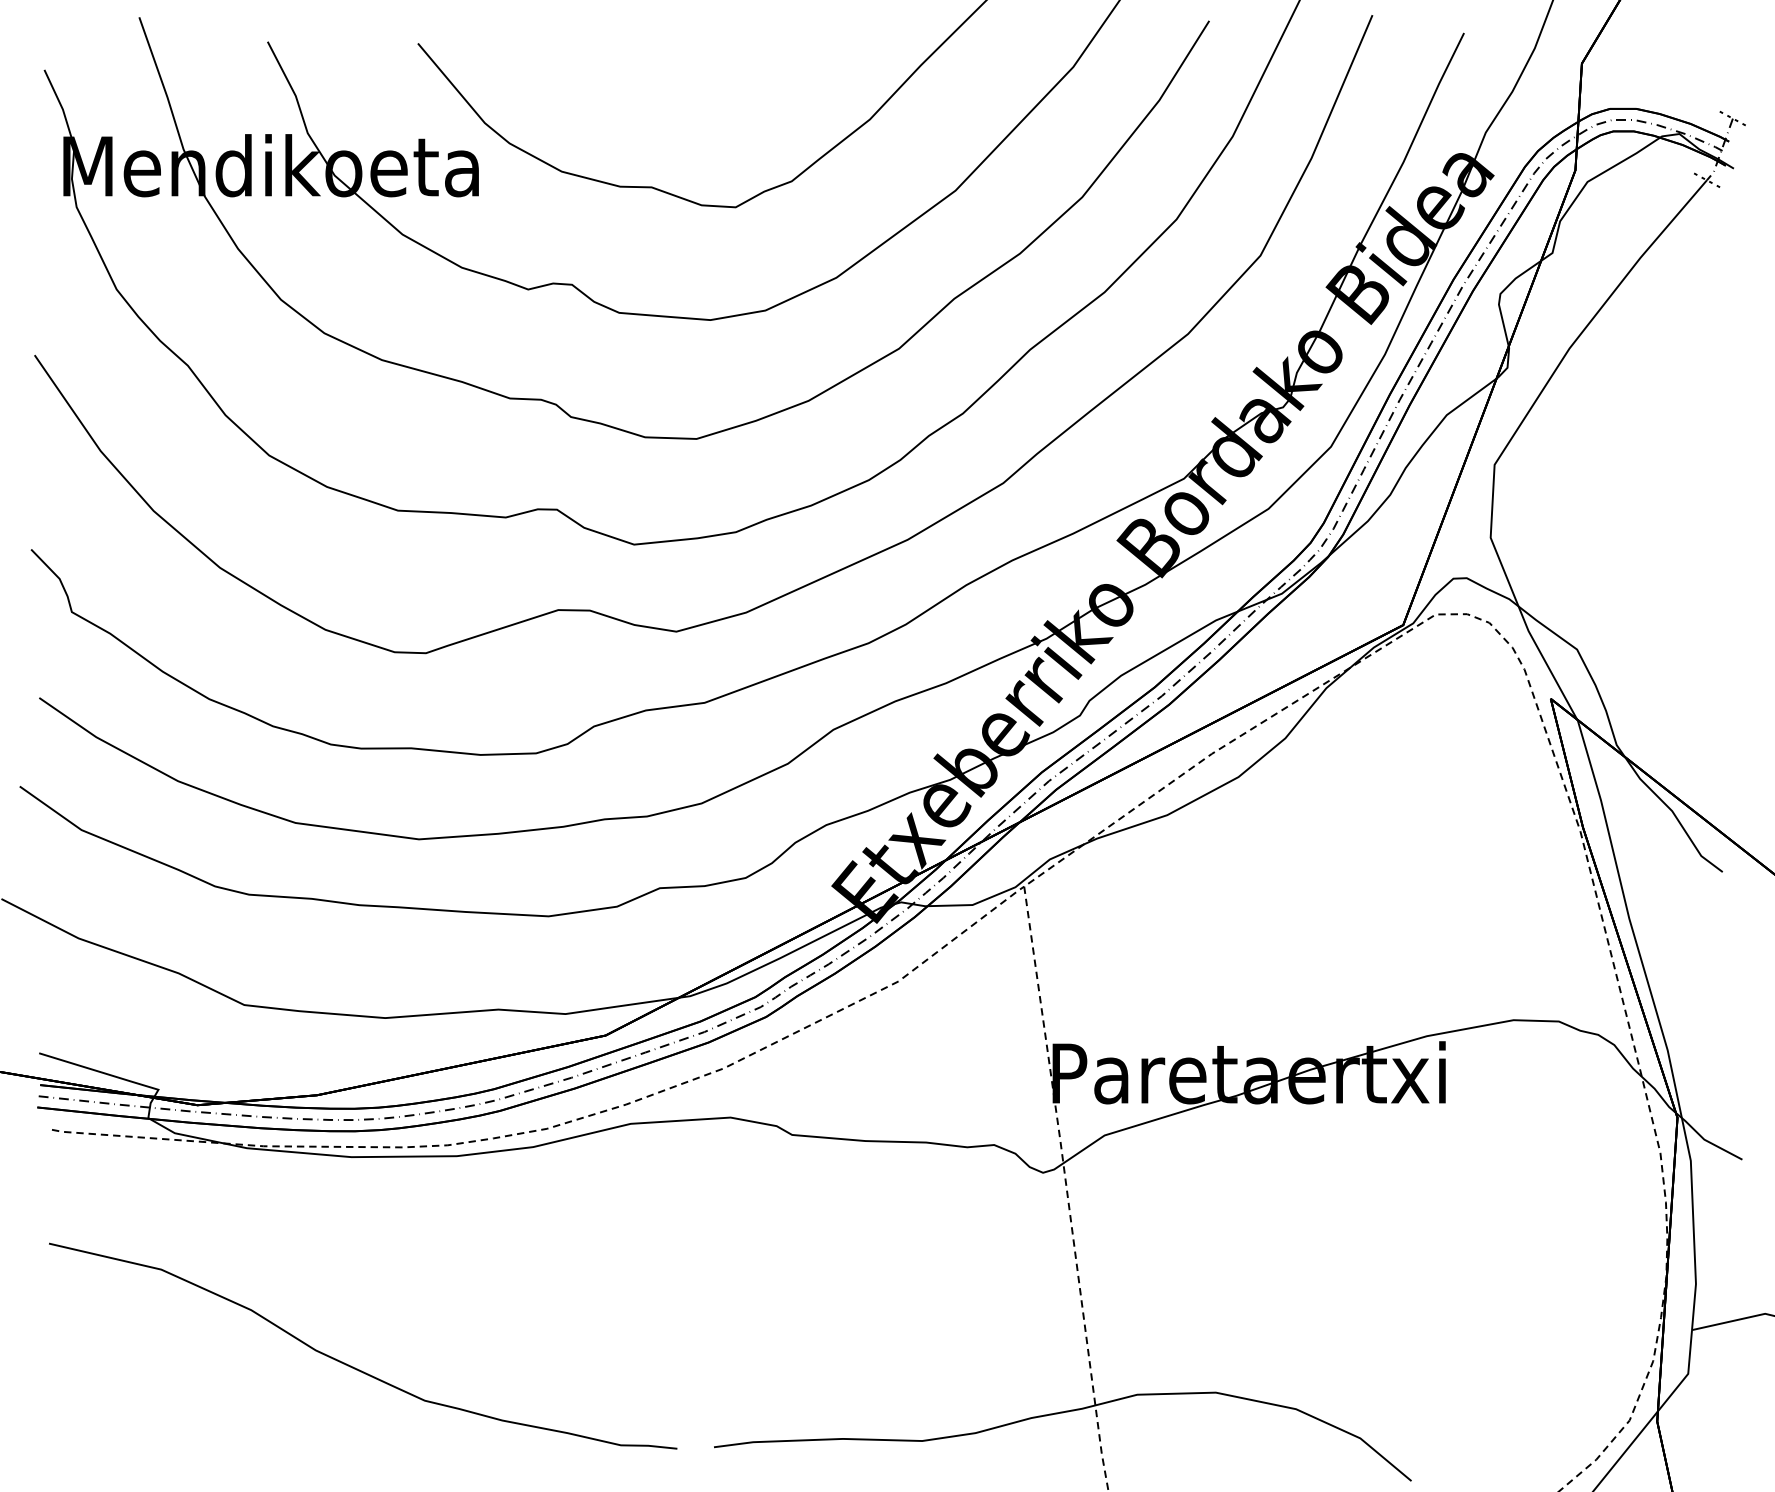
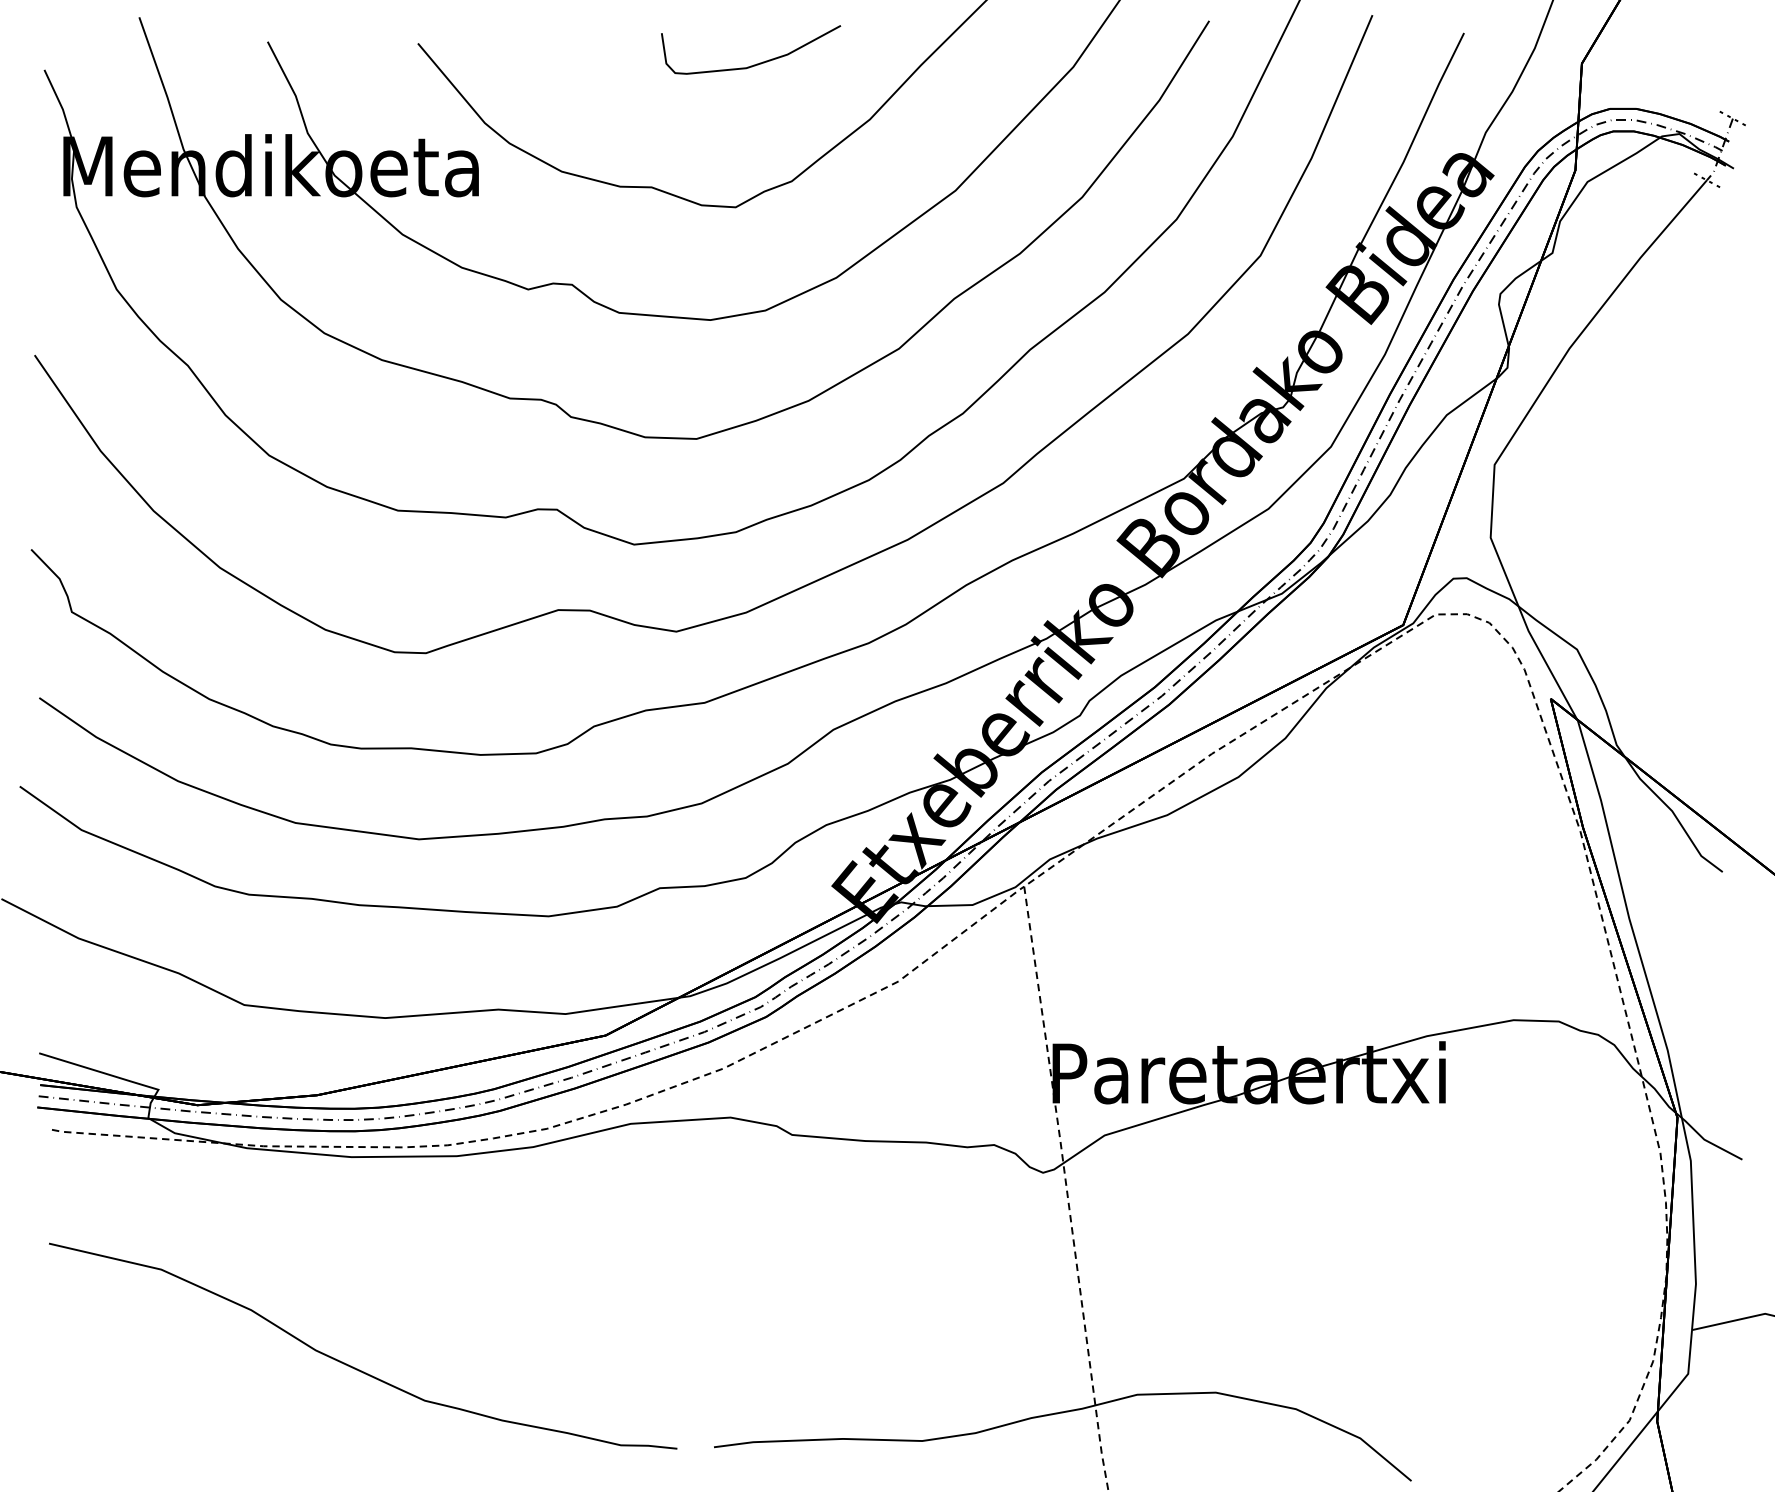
curve at (756, 63): none -> present
